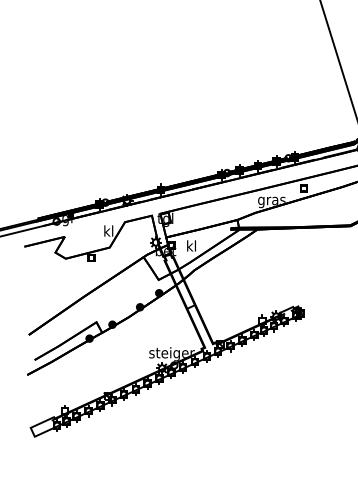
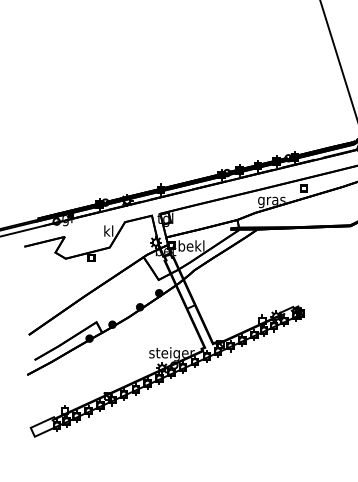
text at (191, 245): kl -> bekl
